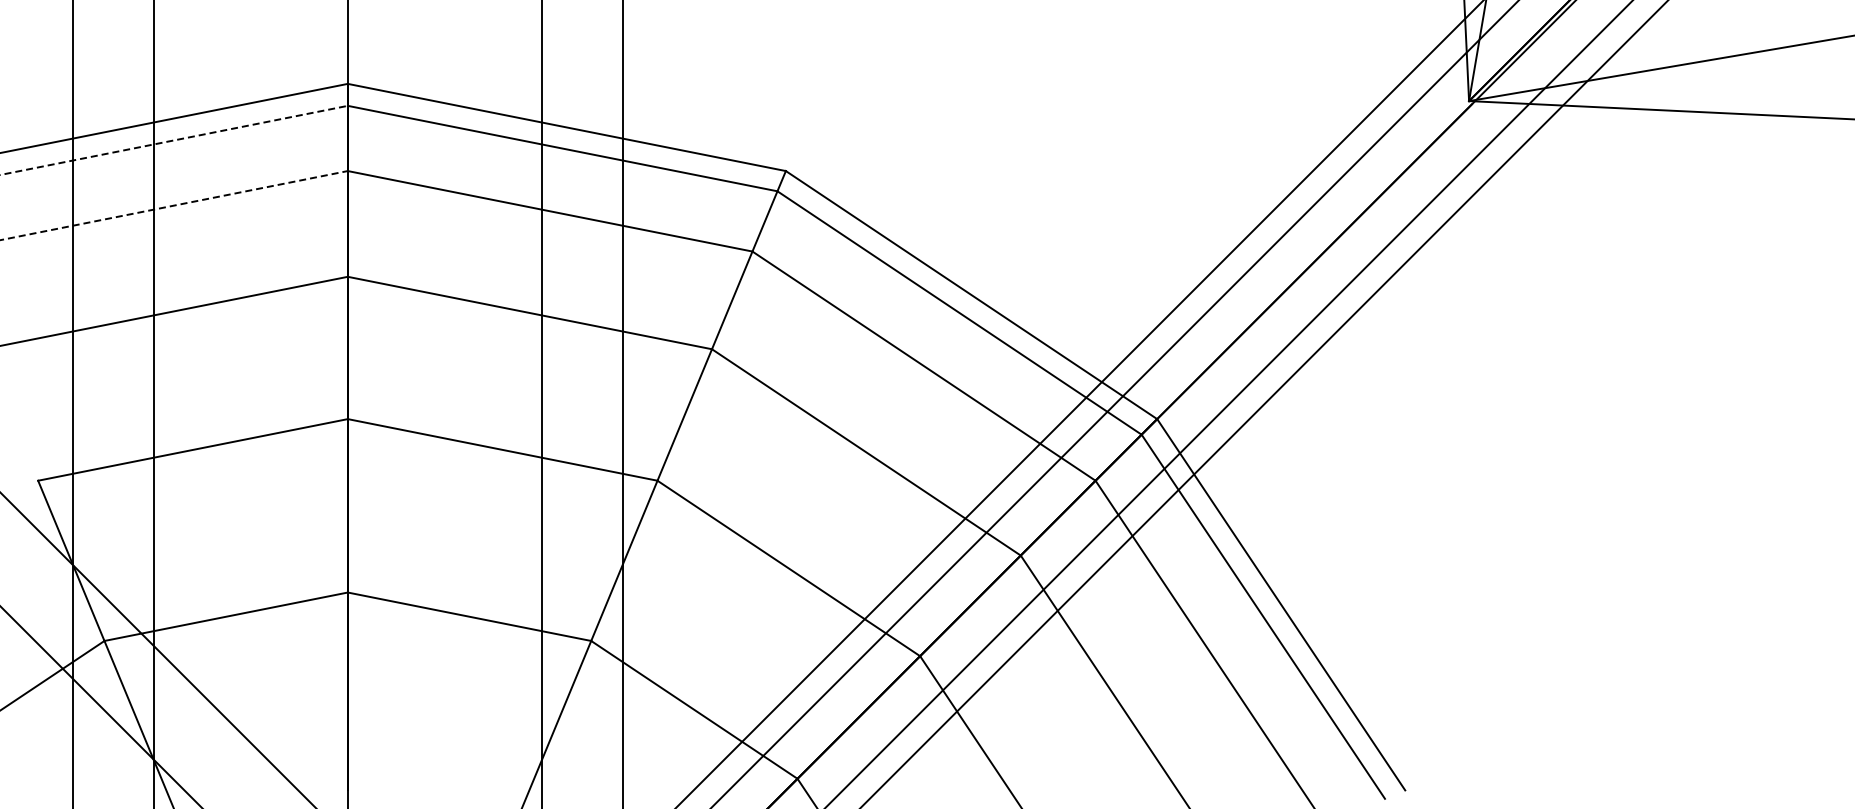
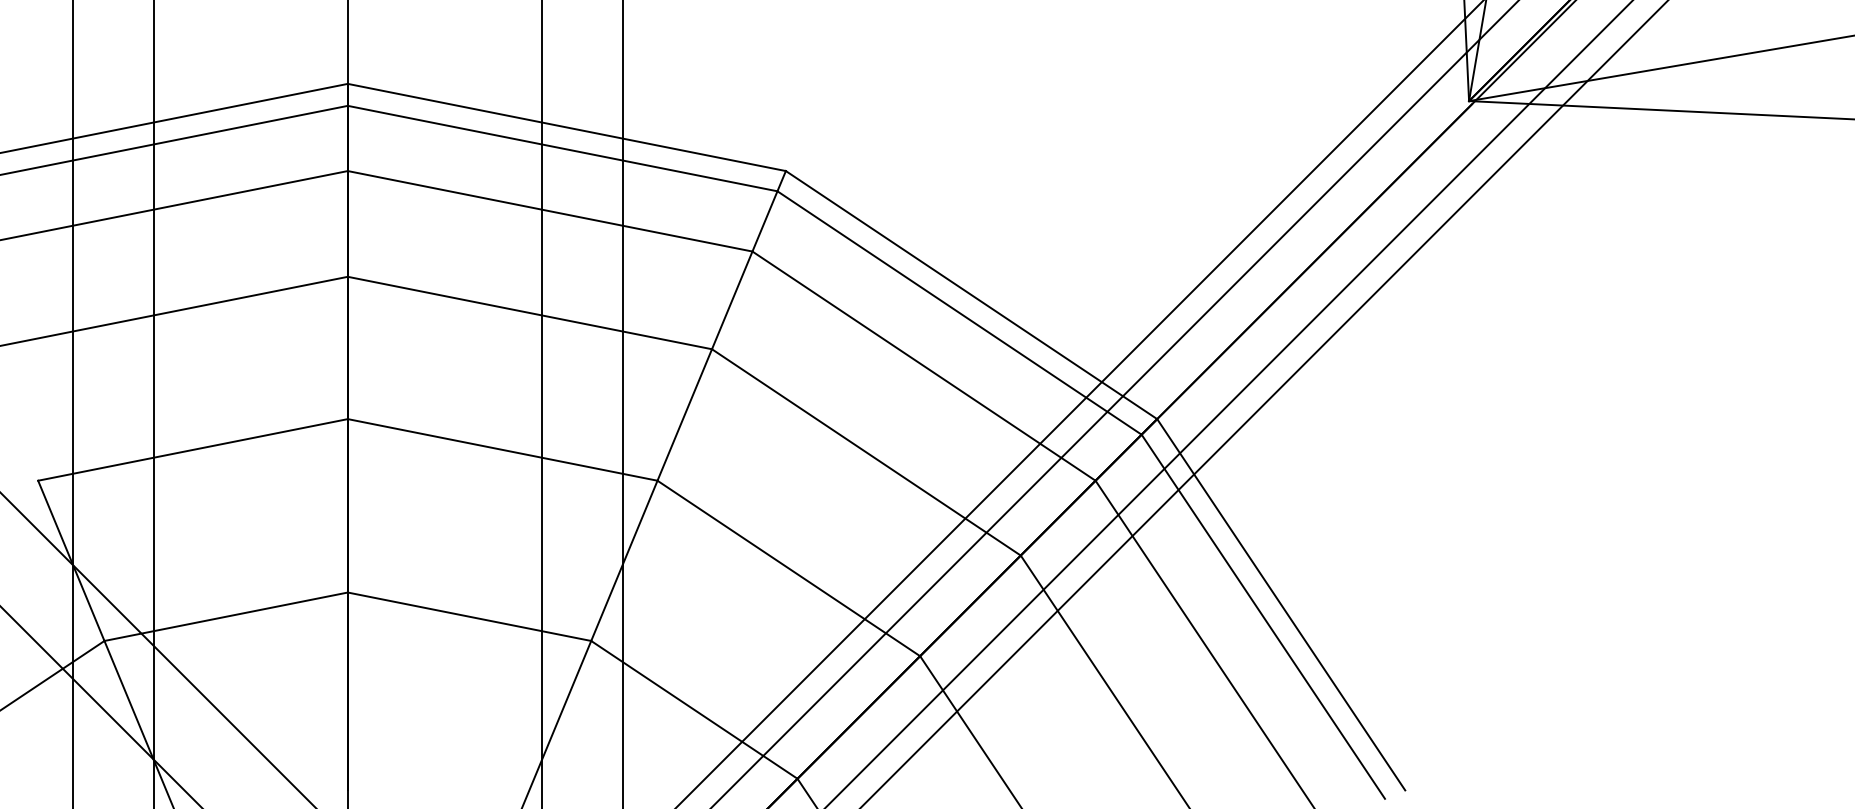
line at (174, 140): dashed -> solid
line at (174, 205): dashed -> solid
